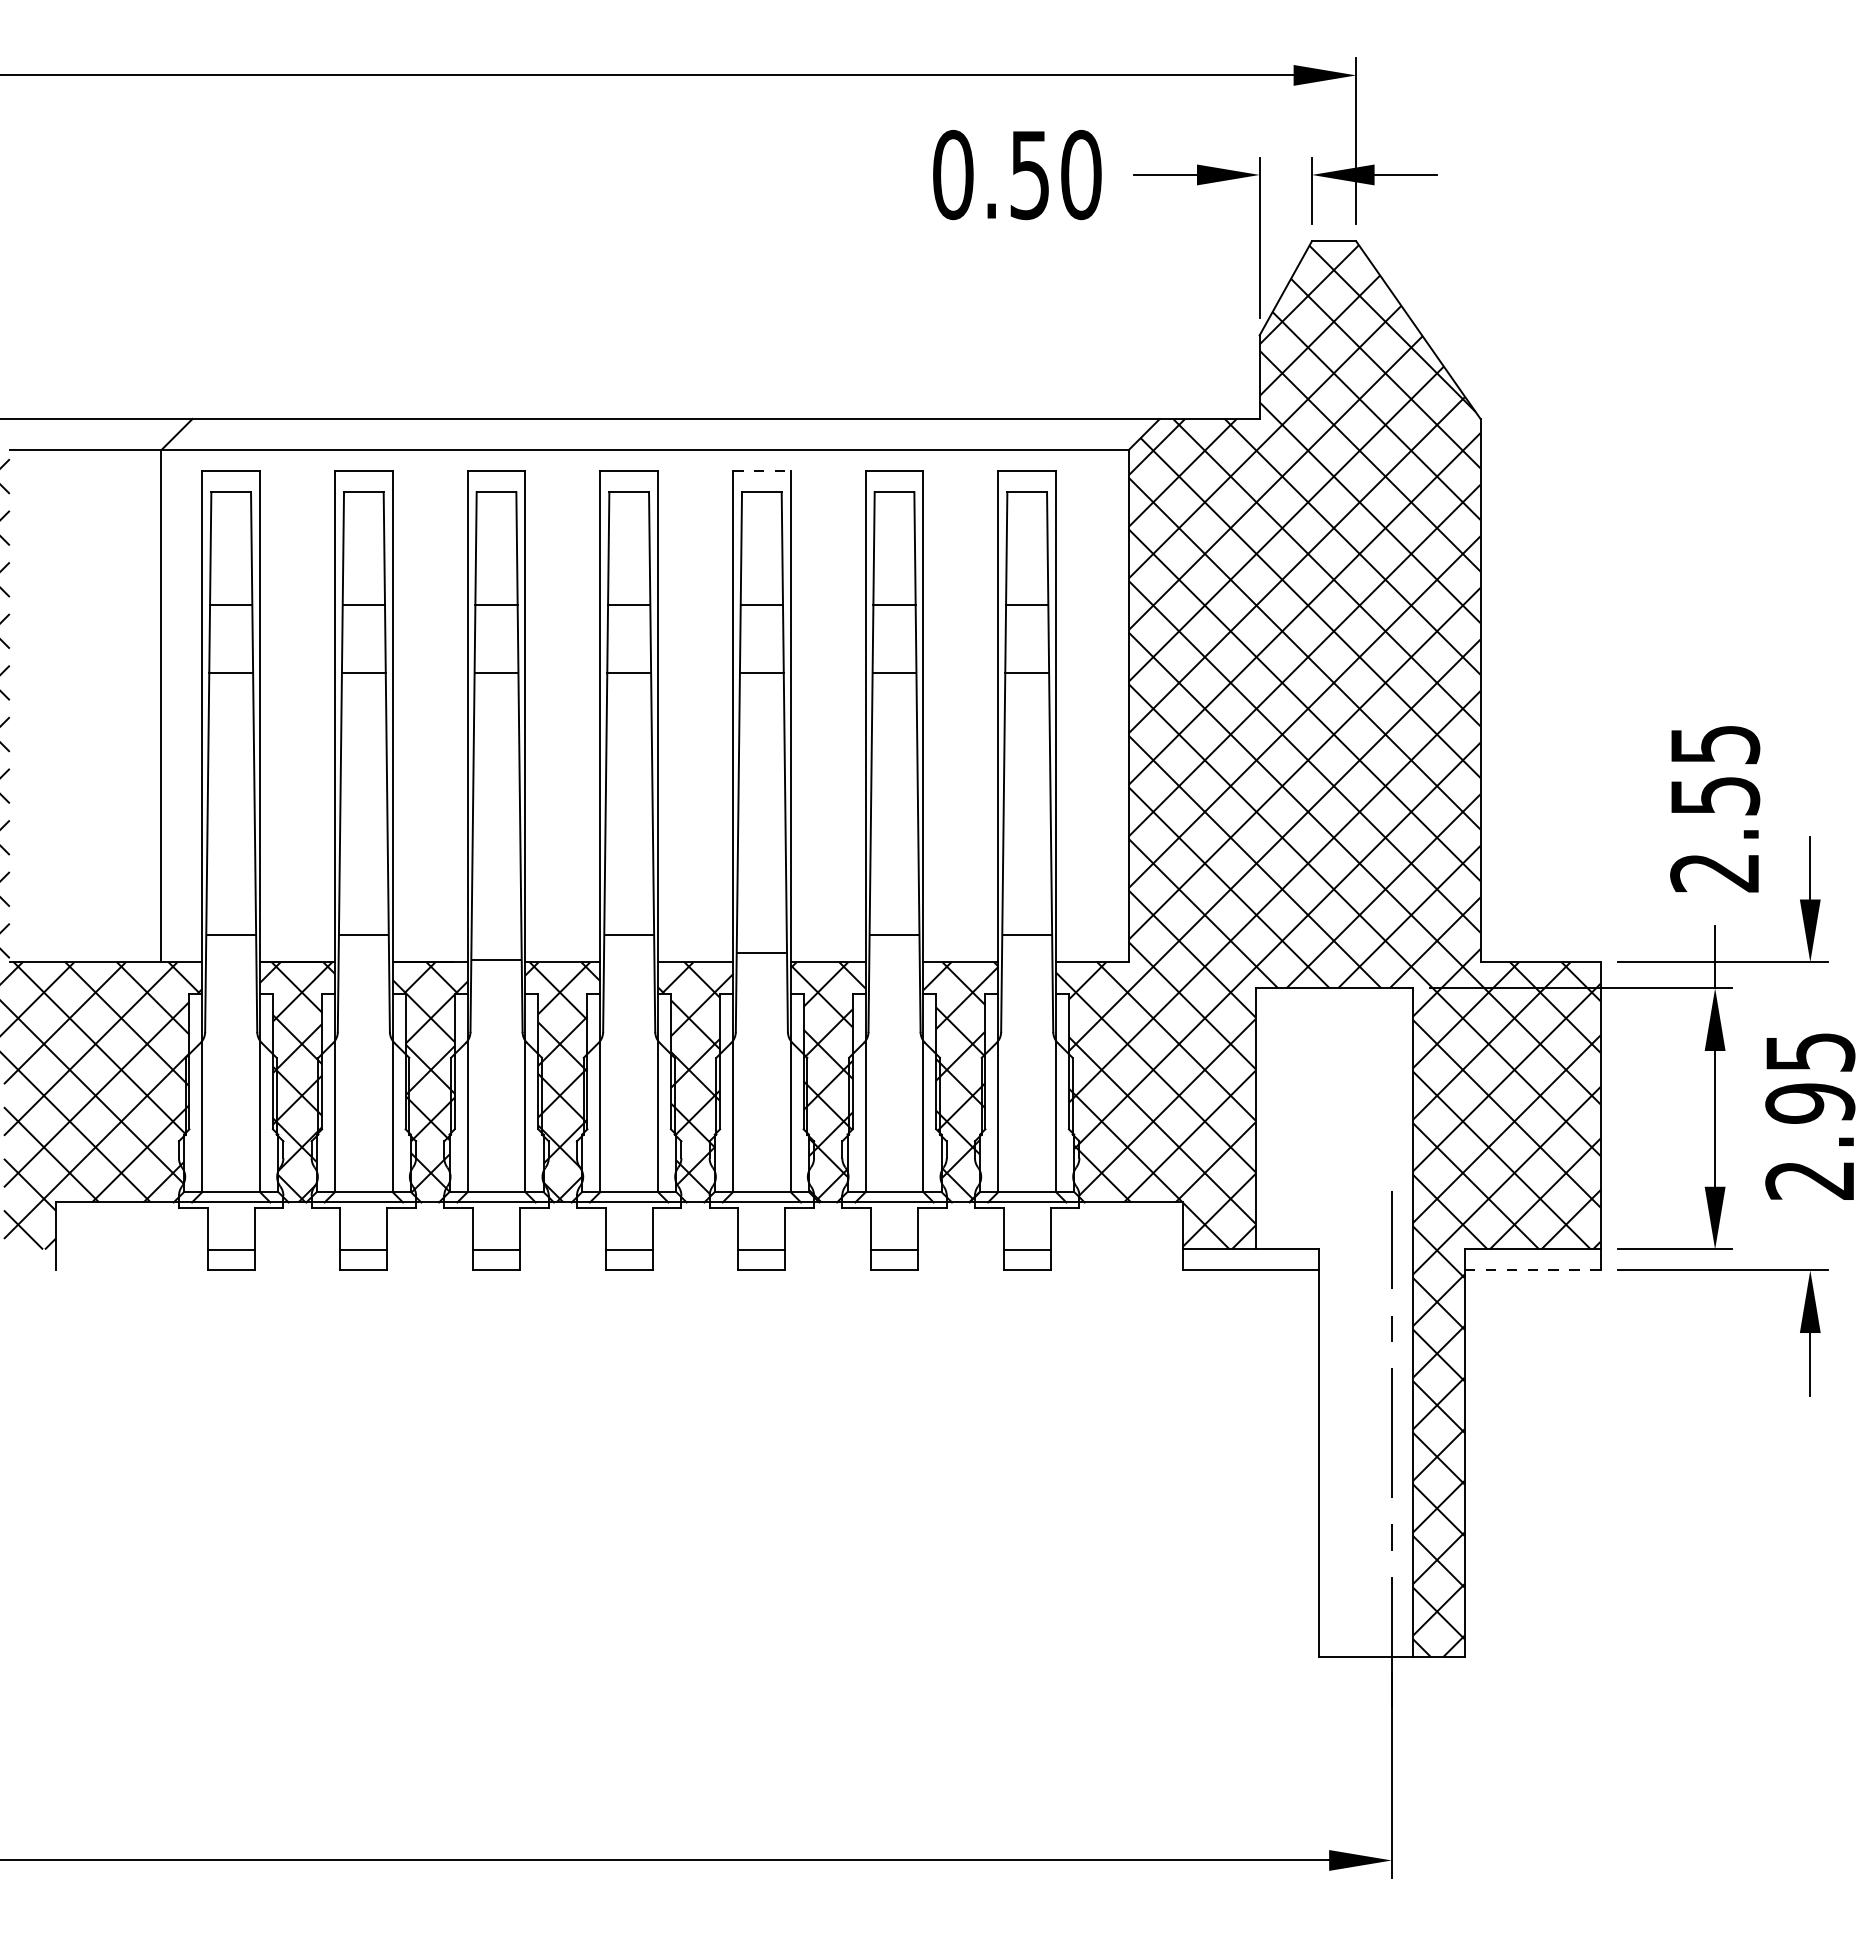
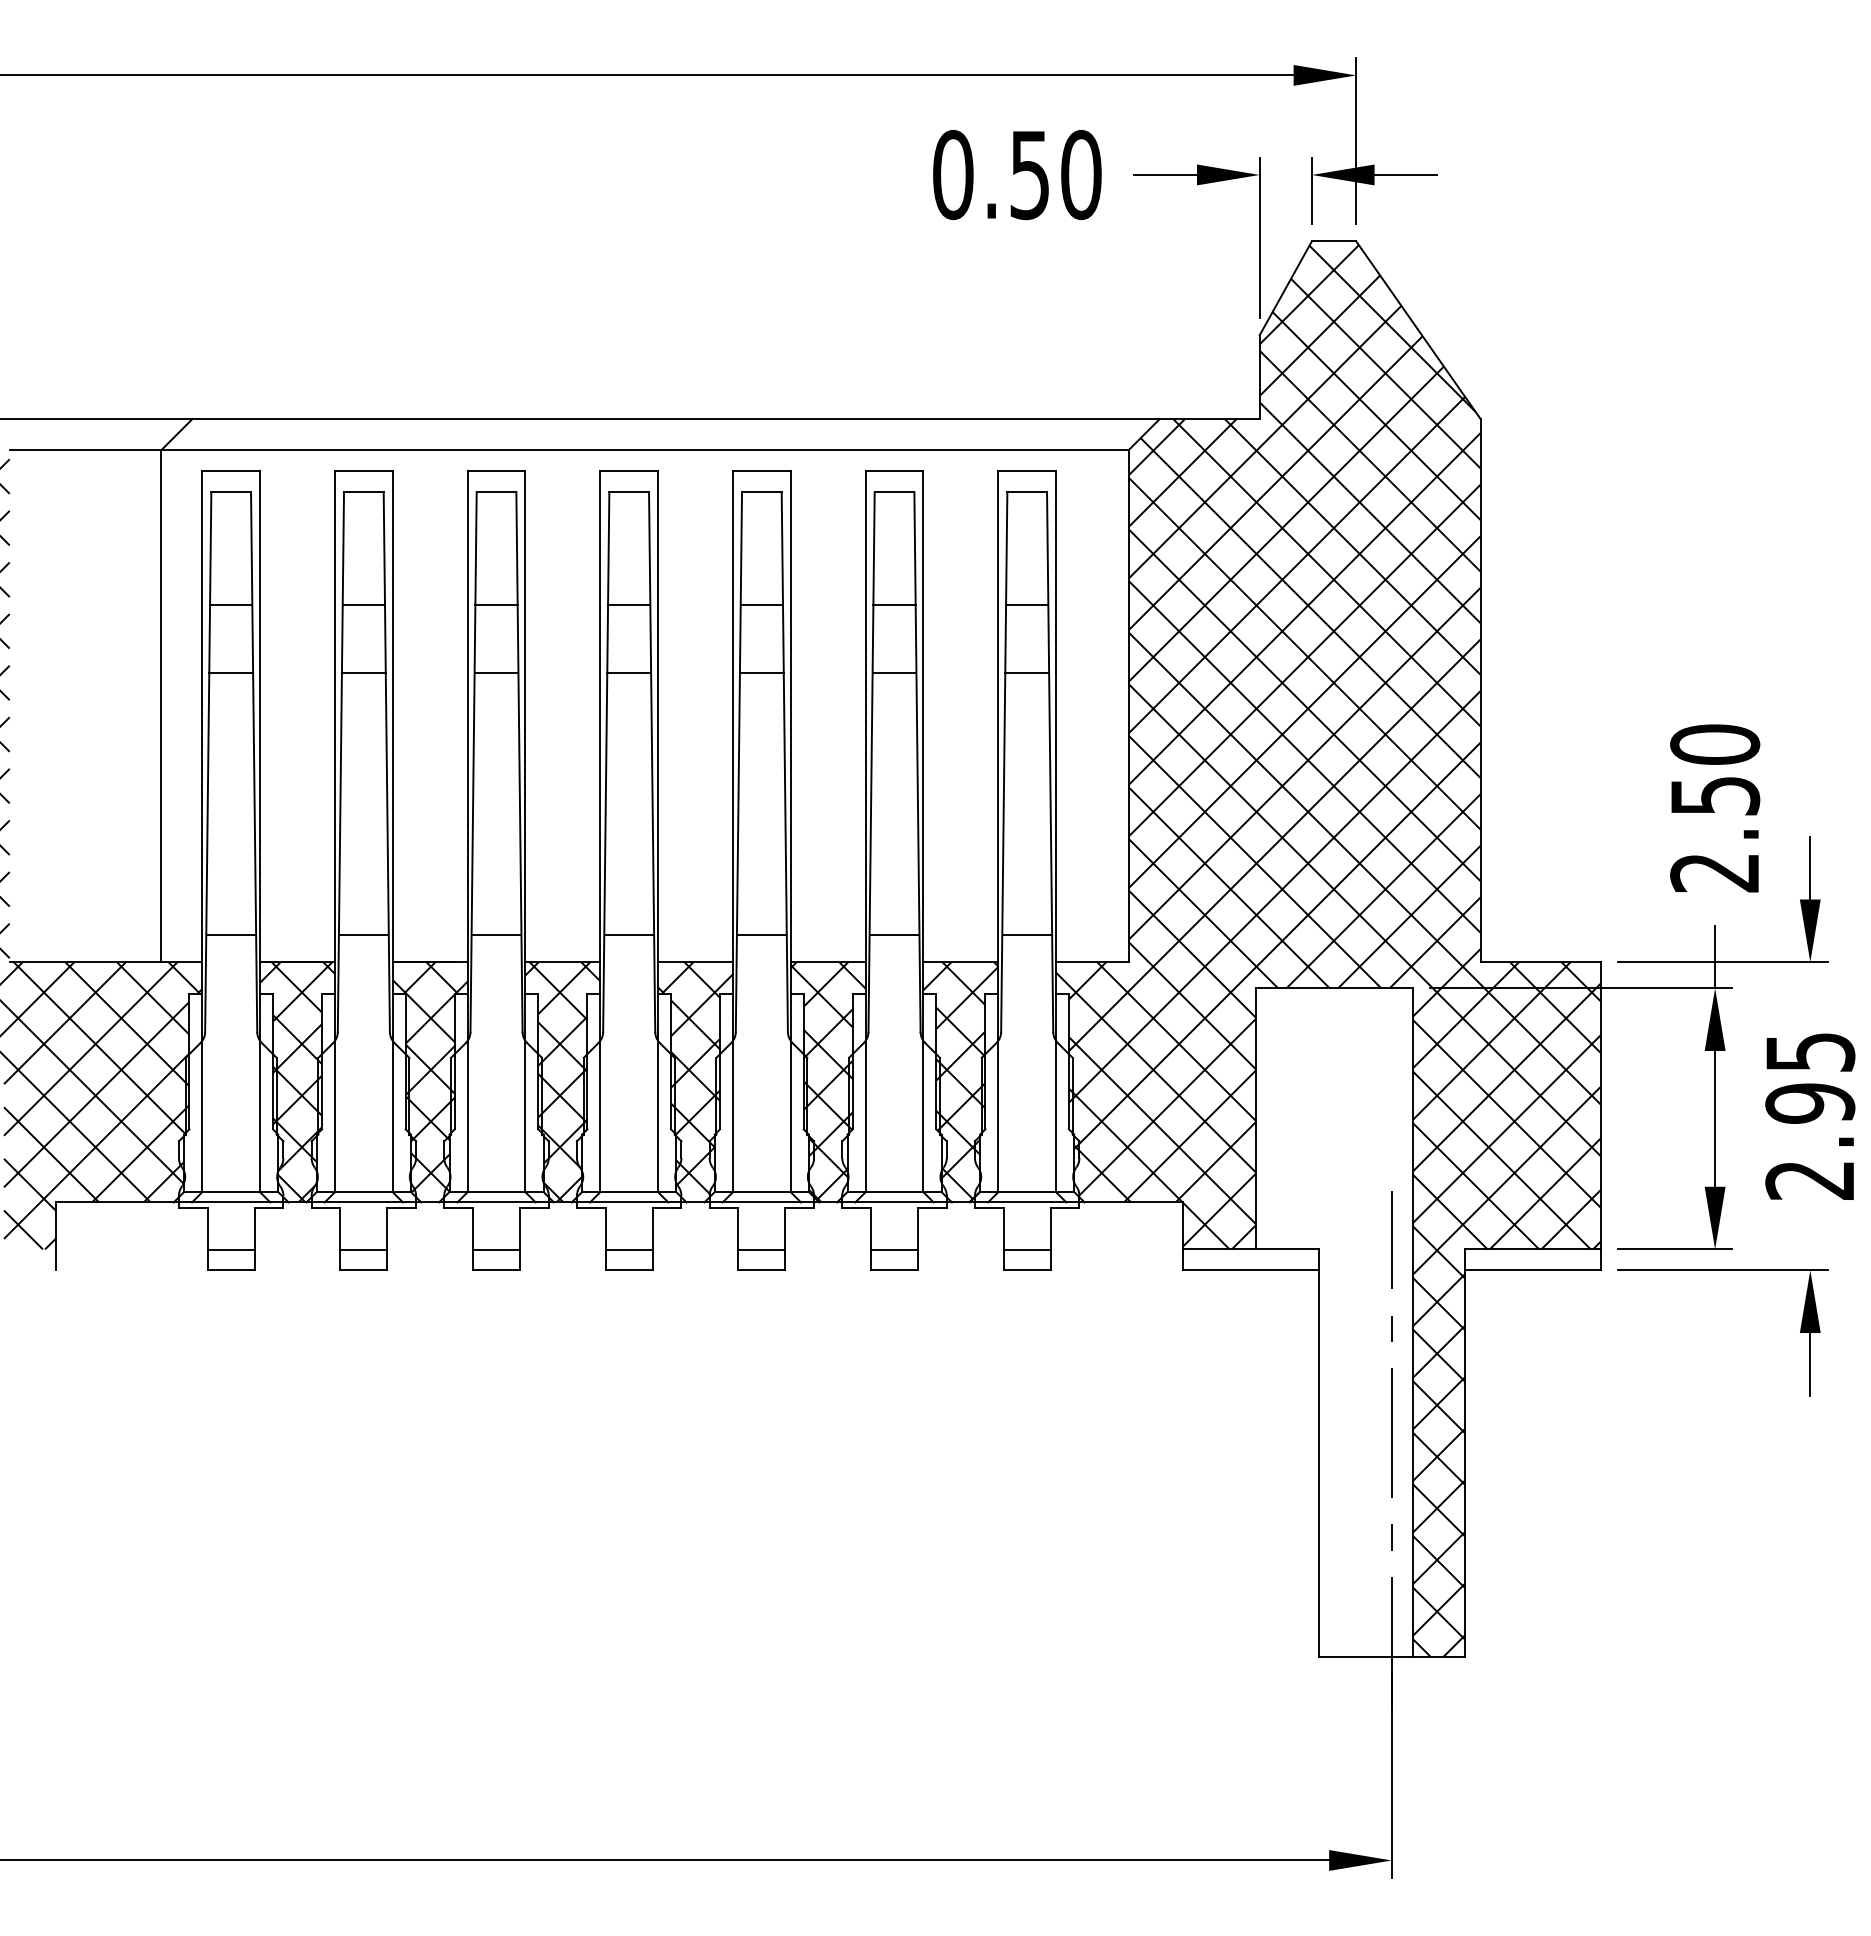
line at (761, 471): dashed -> solid
text at (1715, 744): 2.55 -> 2.50
line at (761, 953) position: (761, 953) -> (761, 935)
line at (496, 960) position: (496, 960) -> (496, 935)
line at (1532, 1270): dashed -> solid
